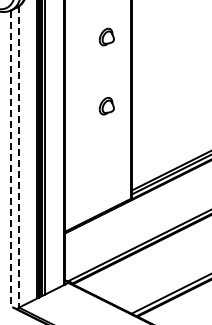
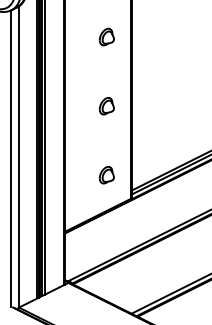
line at (18, 157): dashed -> solid
line at (10, 159): dashed -> solid
part at (106, 175): none -> present
